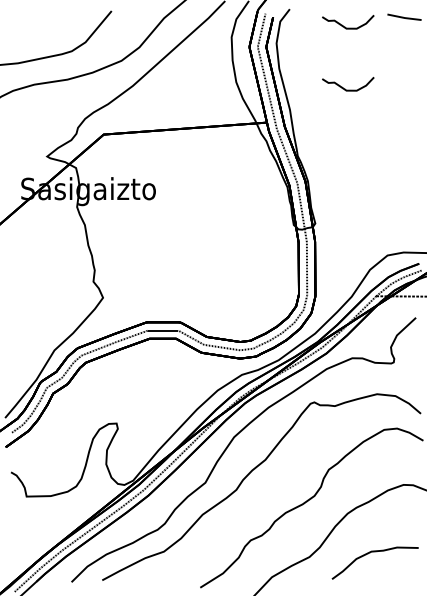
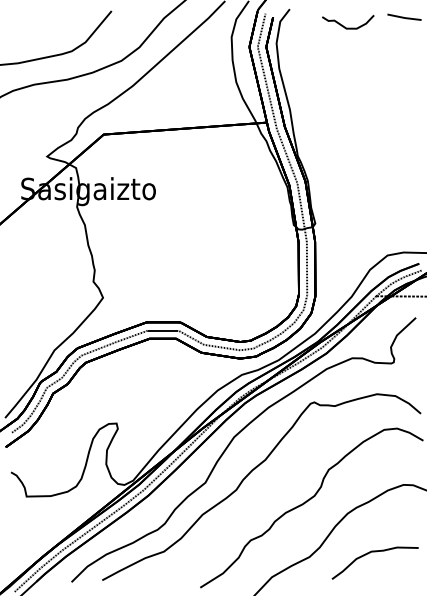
curve at (345, 88): present -> none
